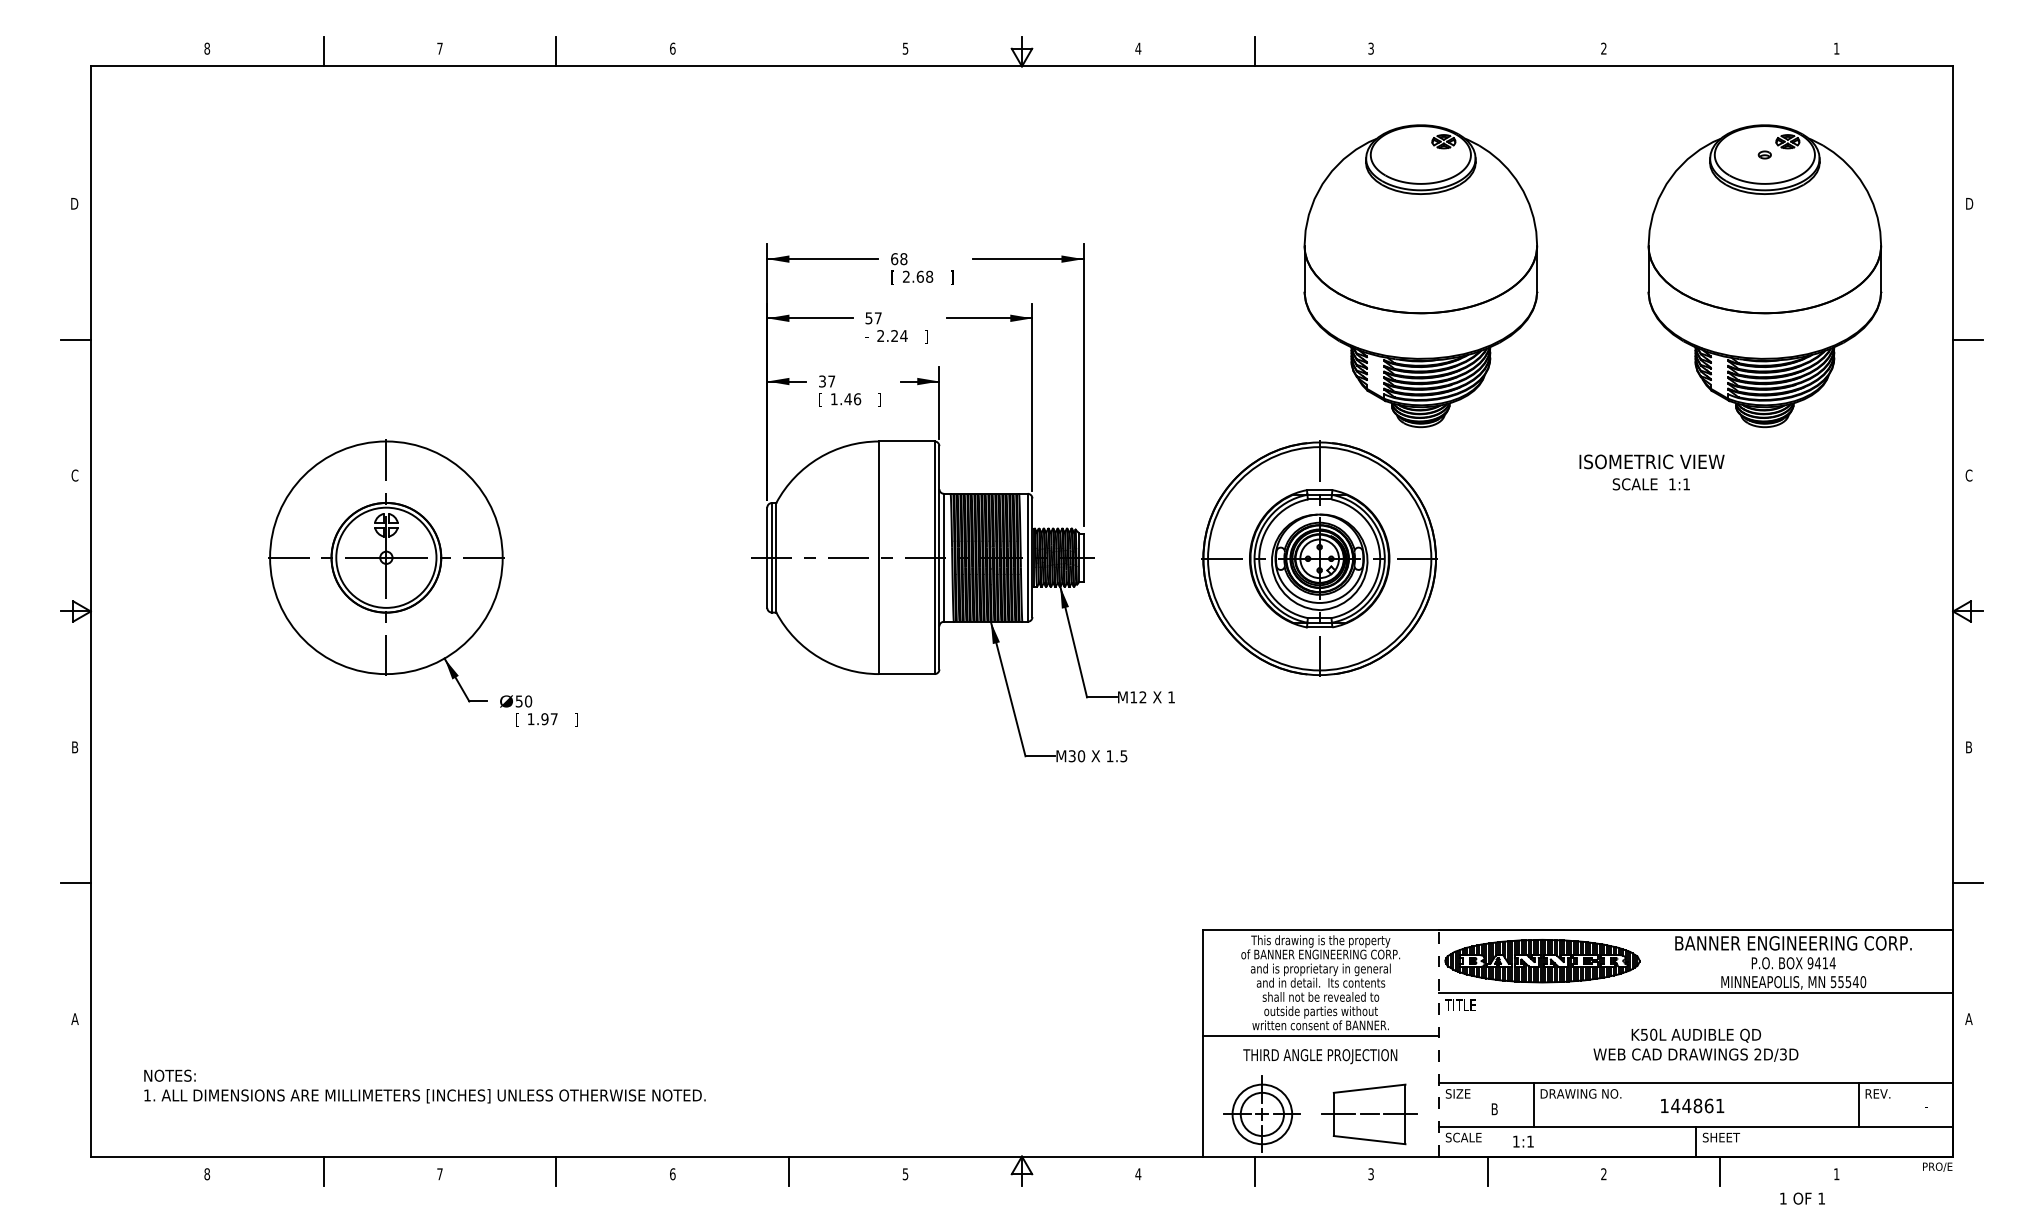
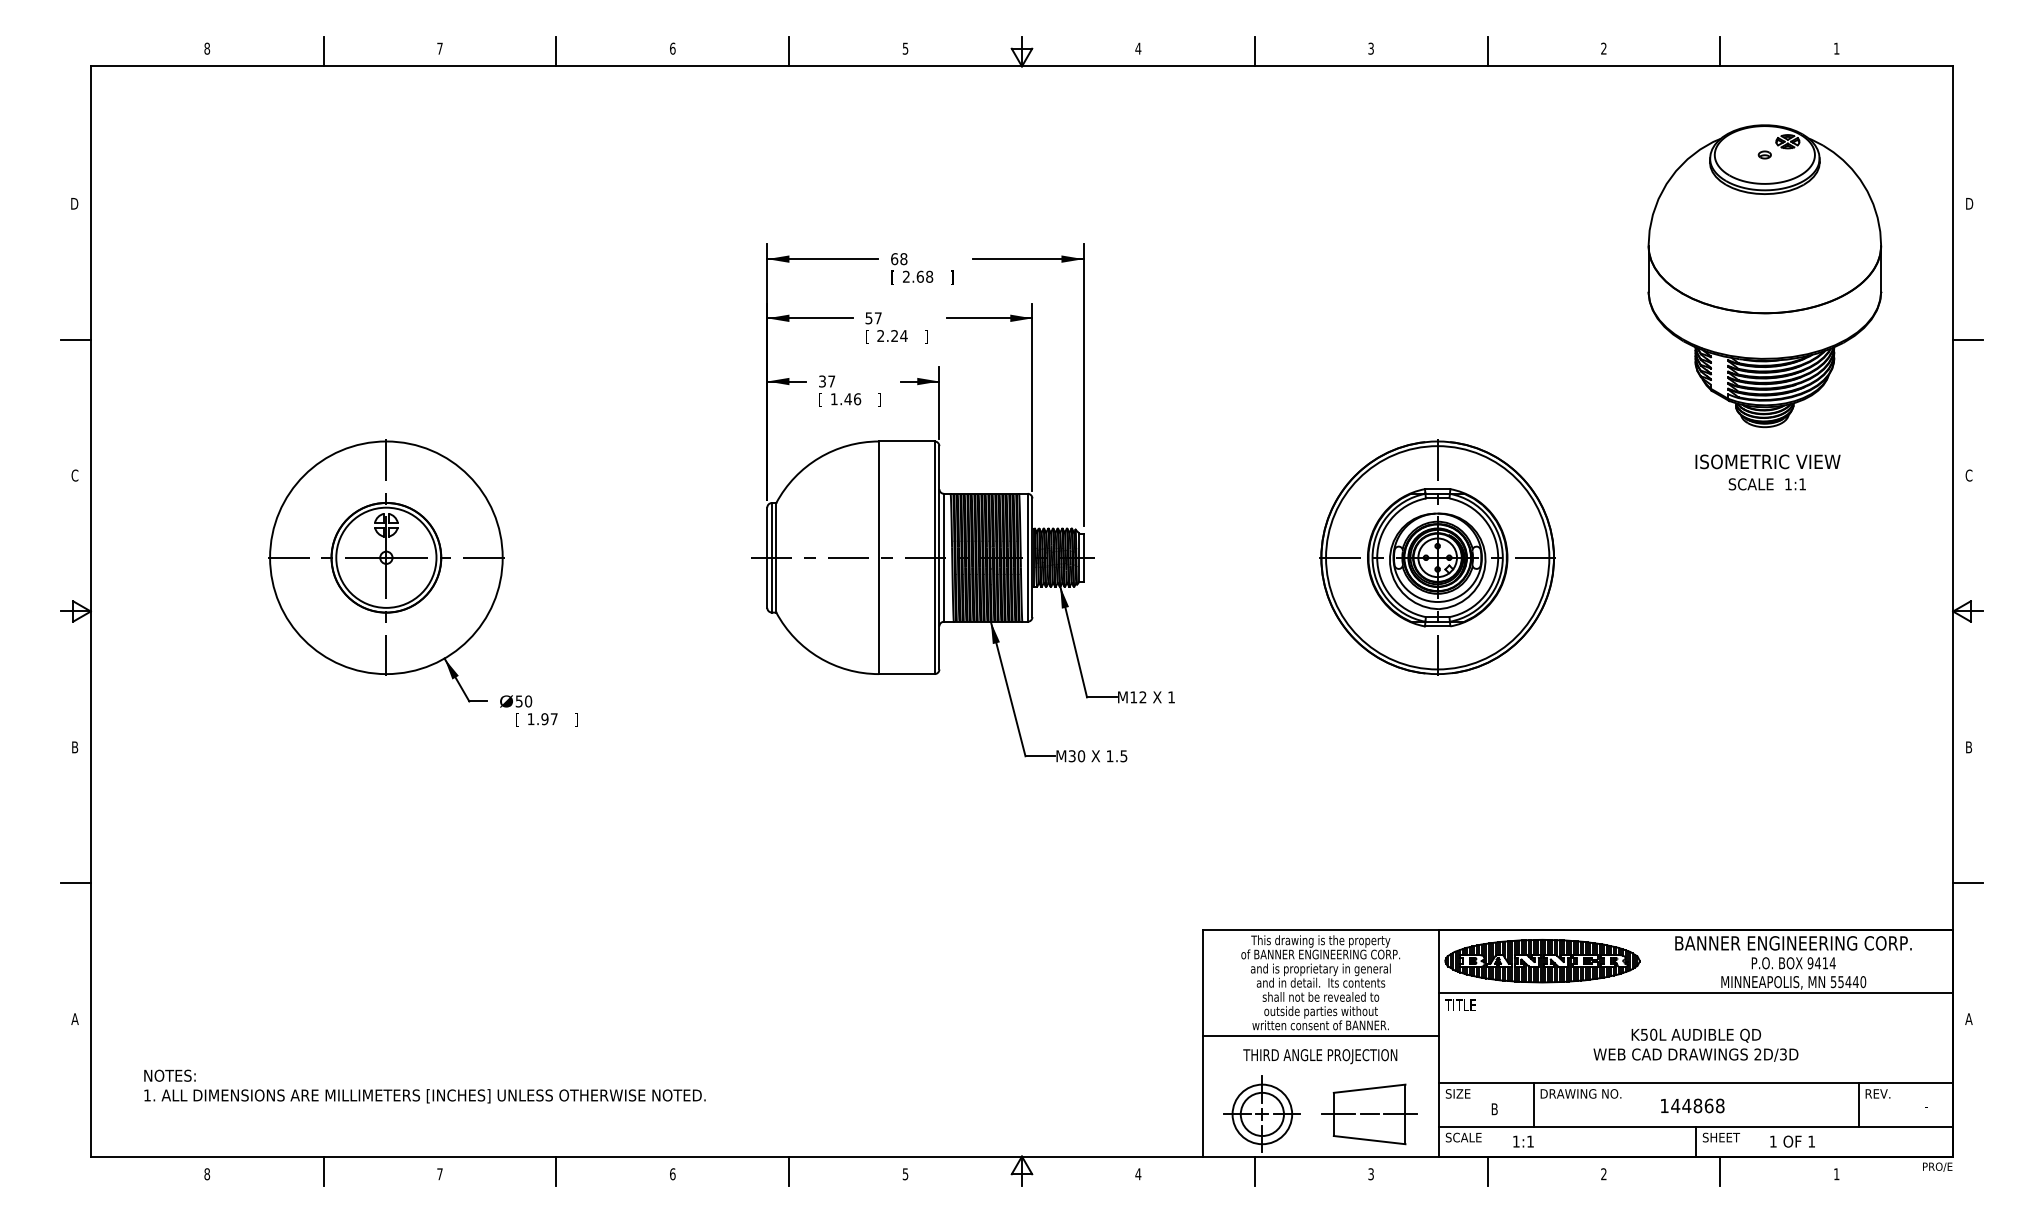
line at (789, 51): none -> present
line at (1487, 51): none -> present
line at (1720, 51): none -> present
part at (1420, 276): present -> none
text at (866, 336): - -> [
text at (1651, 472) position: (1651, 472) -> (1767, 472)
part at (1319, 558) position: (1319, 558) -> (1437, 557)
text at (1848, 982): 55540 -> 55440
line at (1439, 1042): dashed -> solid
text at (1720, 1105): 144861 -> 144868
text at (1802, 1198) position: (1802, 1198) -> (1792, 1141)
